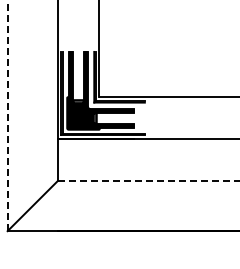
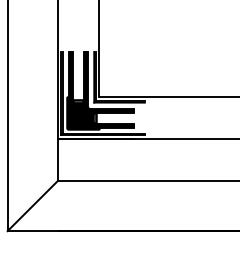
line at (7, 115): dashed -> solid
line at (148, 181): dashed -> solid
